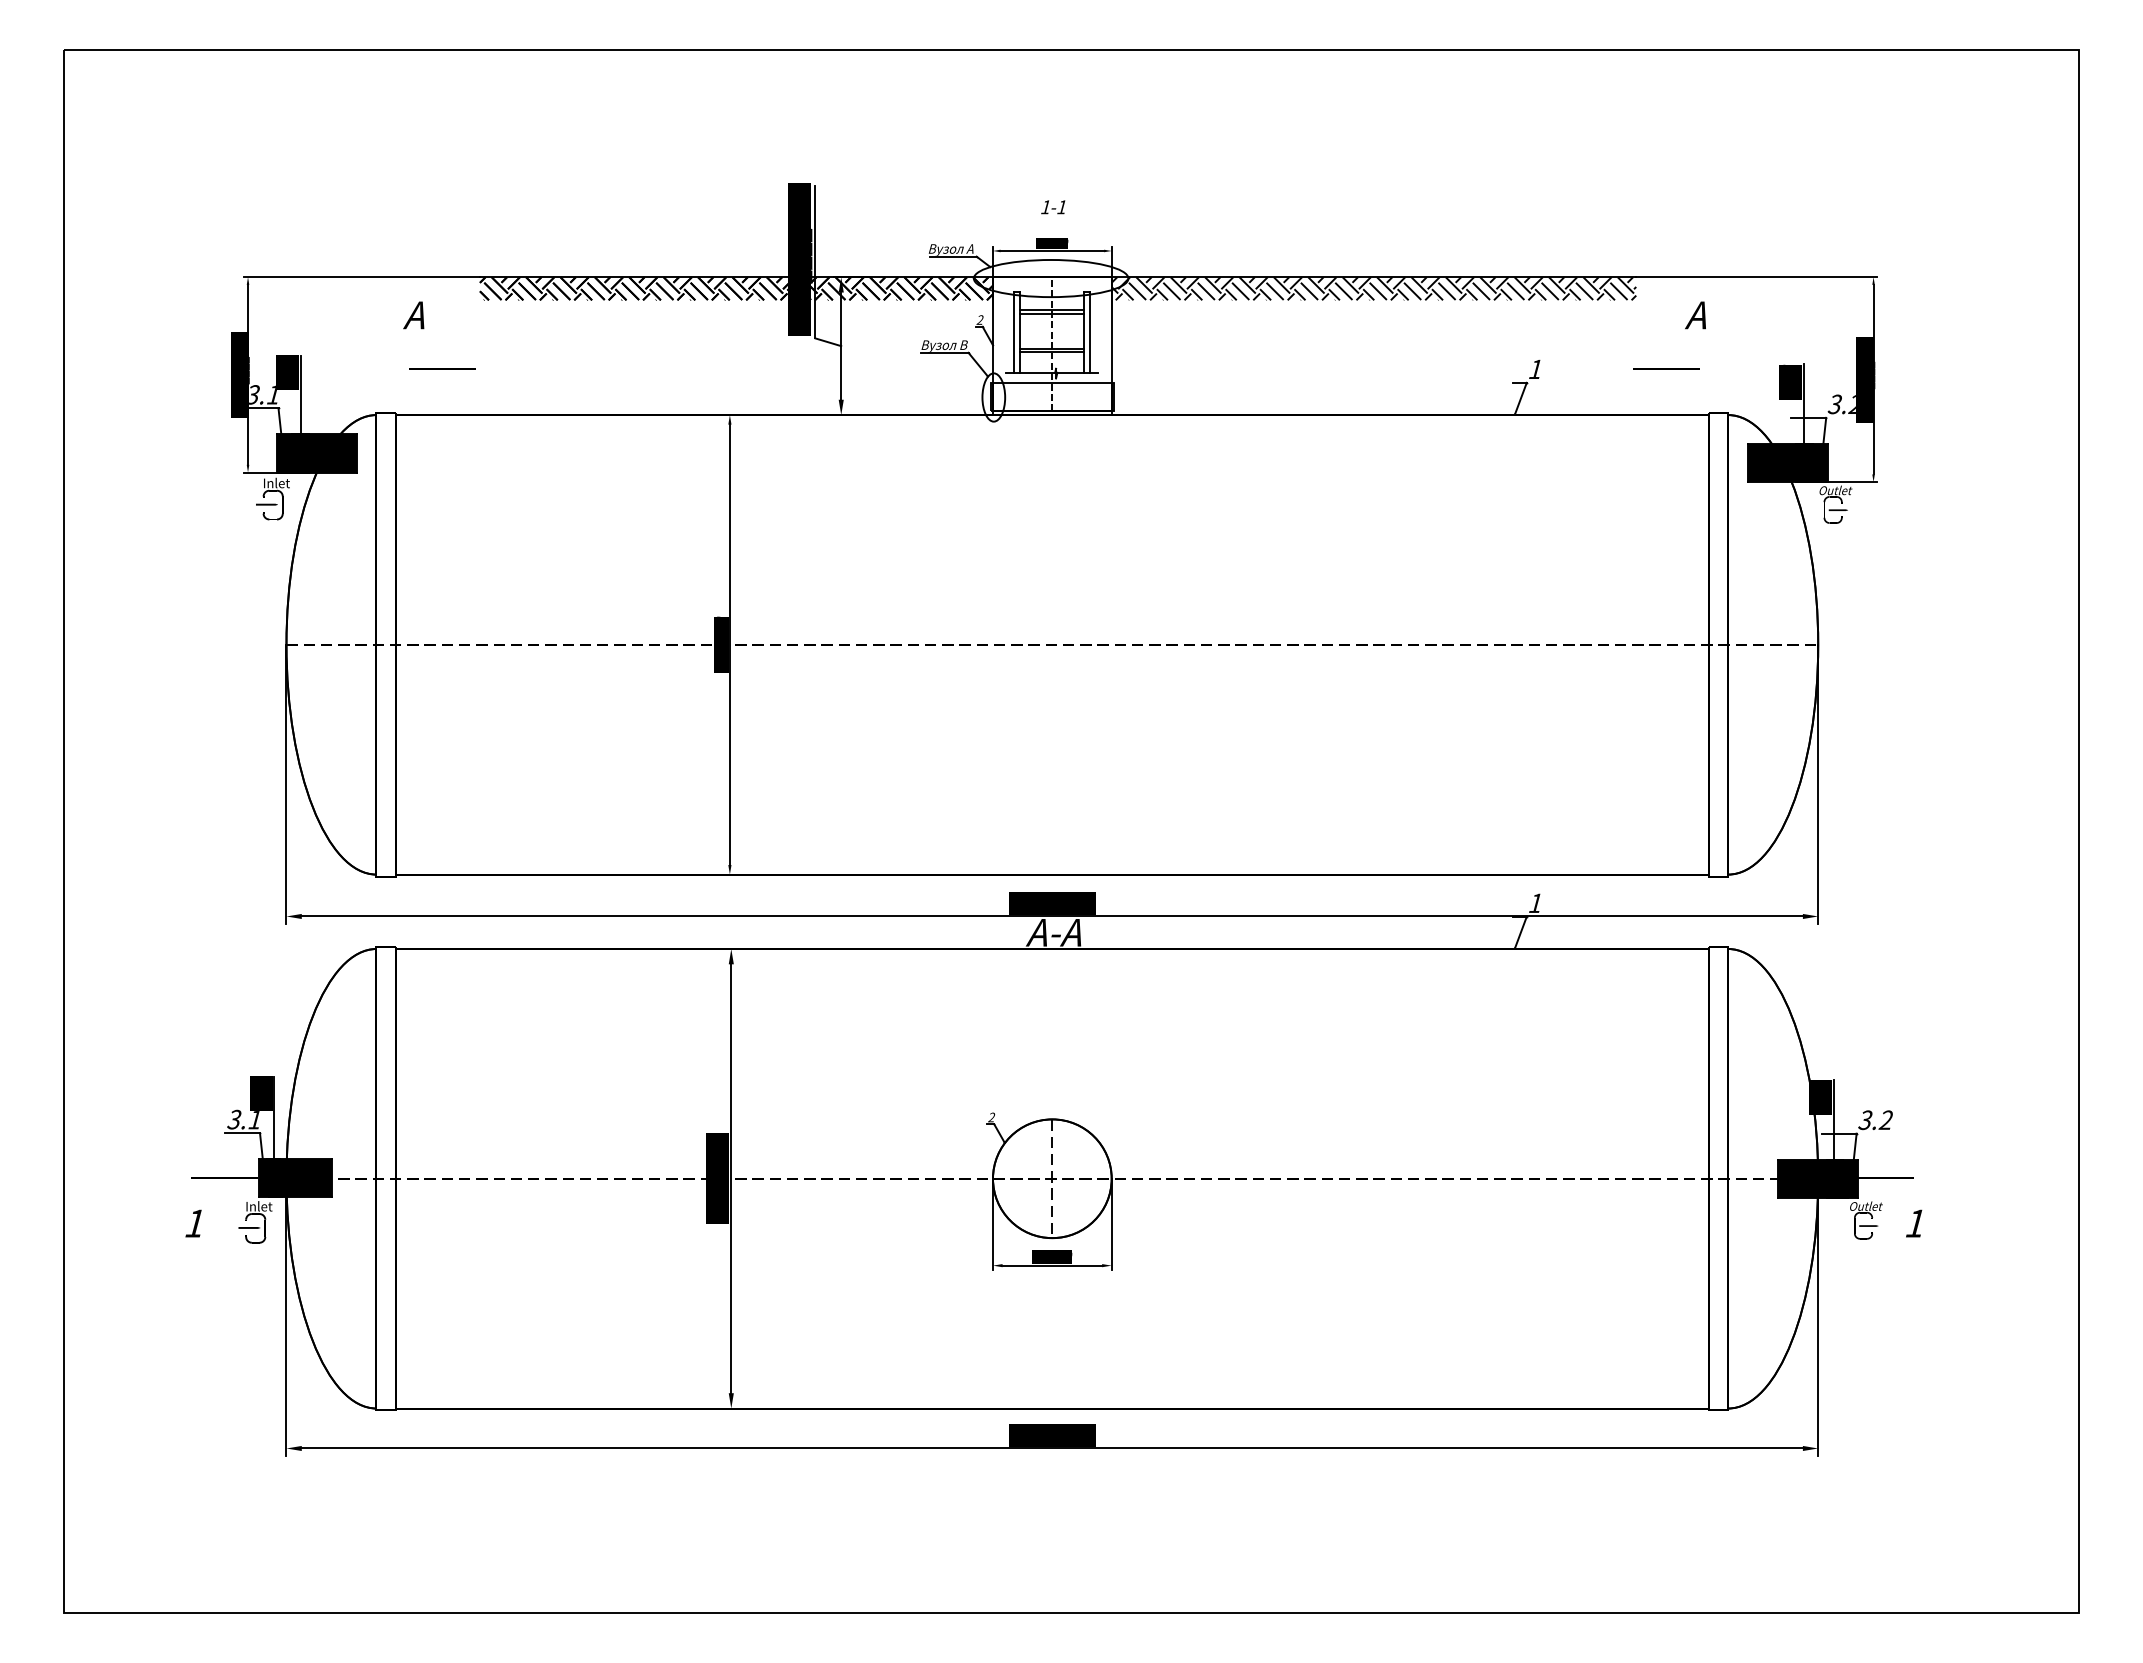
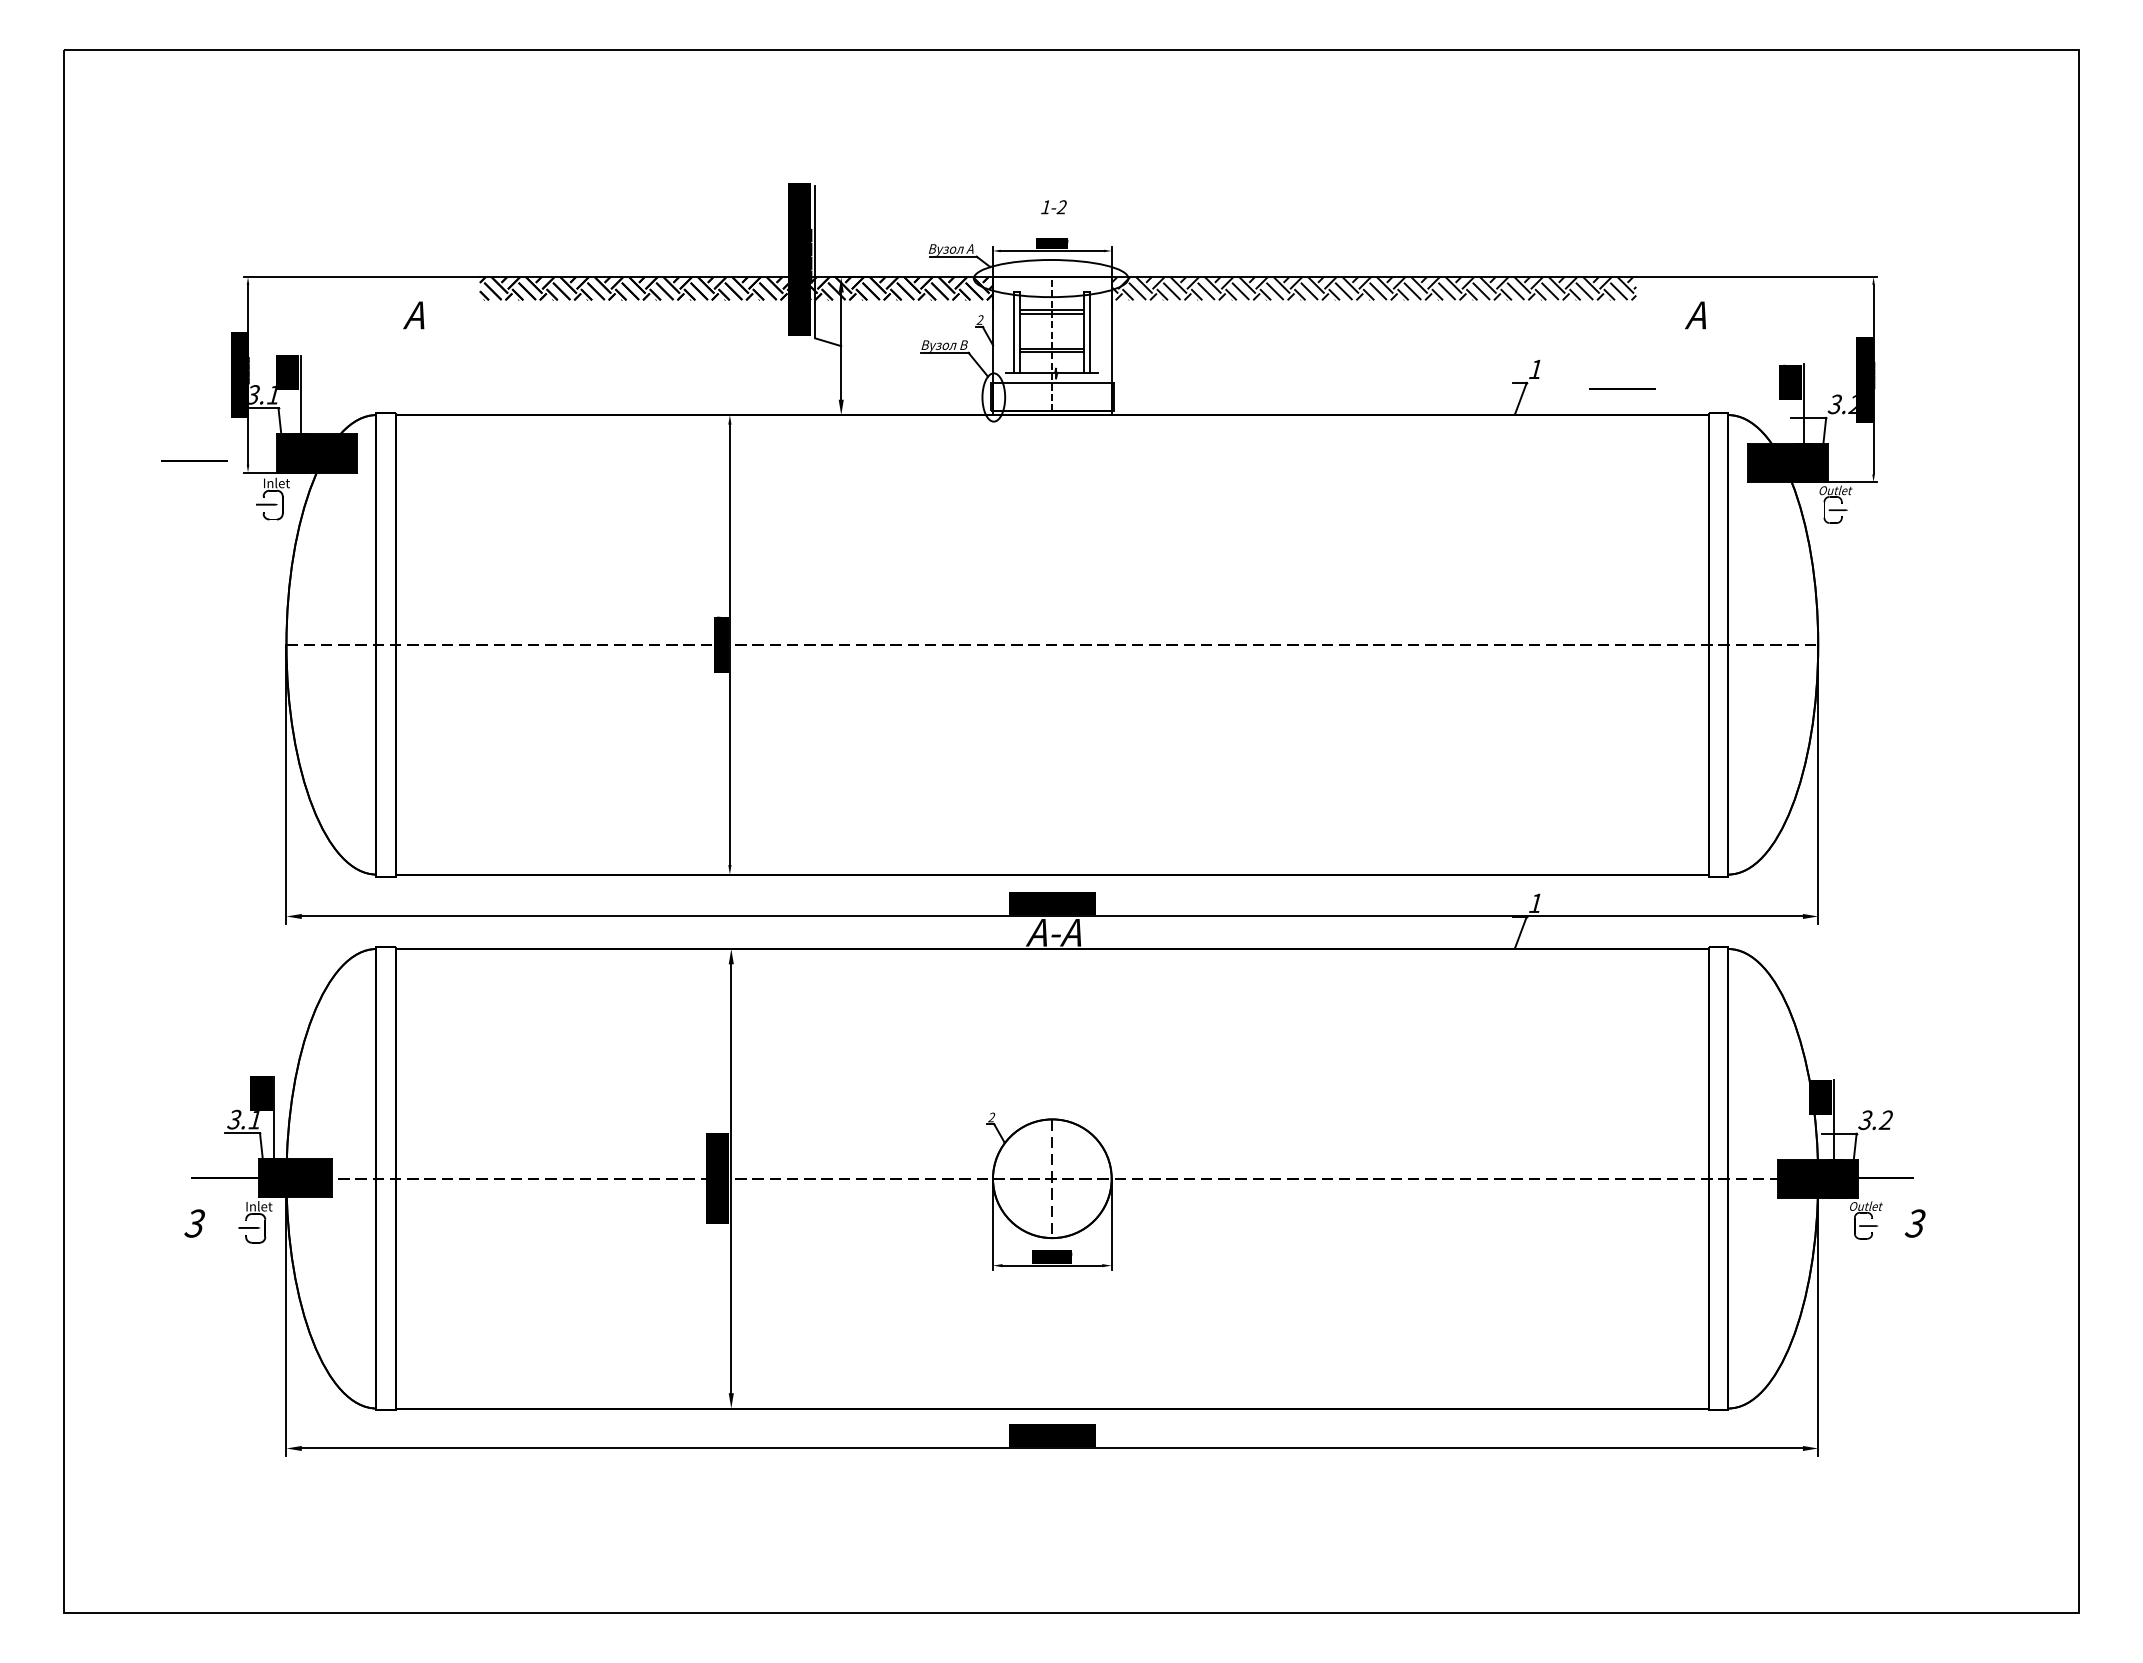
text at (1061, 207): 1-1 -> 1-2
line at (442, 368) position: (442, 368) -> (194, 460)
line at (1666, 368) position: (1666, 368) -> (1622, 388)
text at (194, 1223): 1 -> 3
text at (1914, 1223): 1 -> 3
